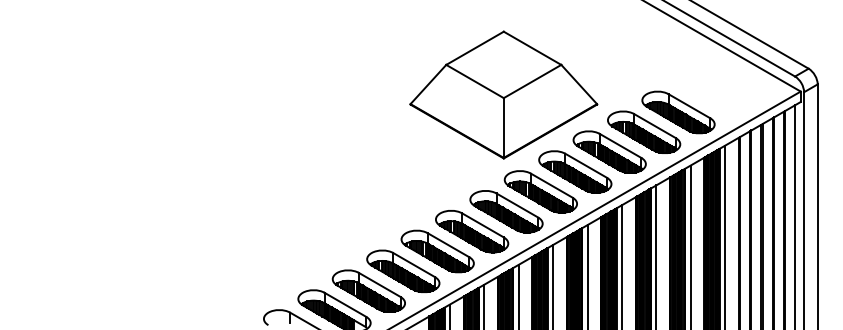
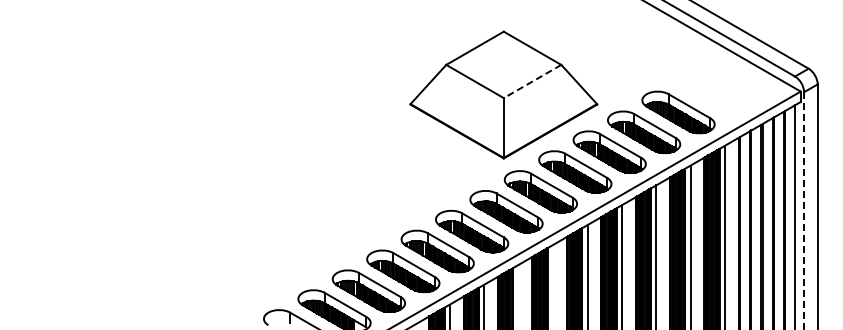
line at (532, 81): solid -> dashed
line at (804, 211): solid -> dashed
line at (553, 285): present -> none
line at (518, 295): present -> none
